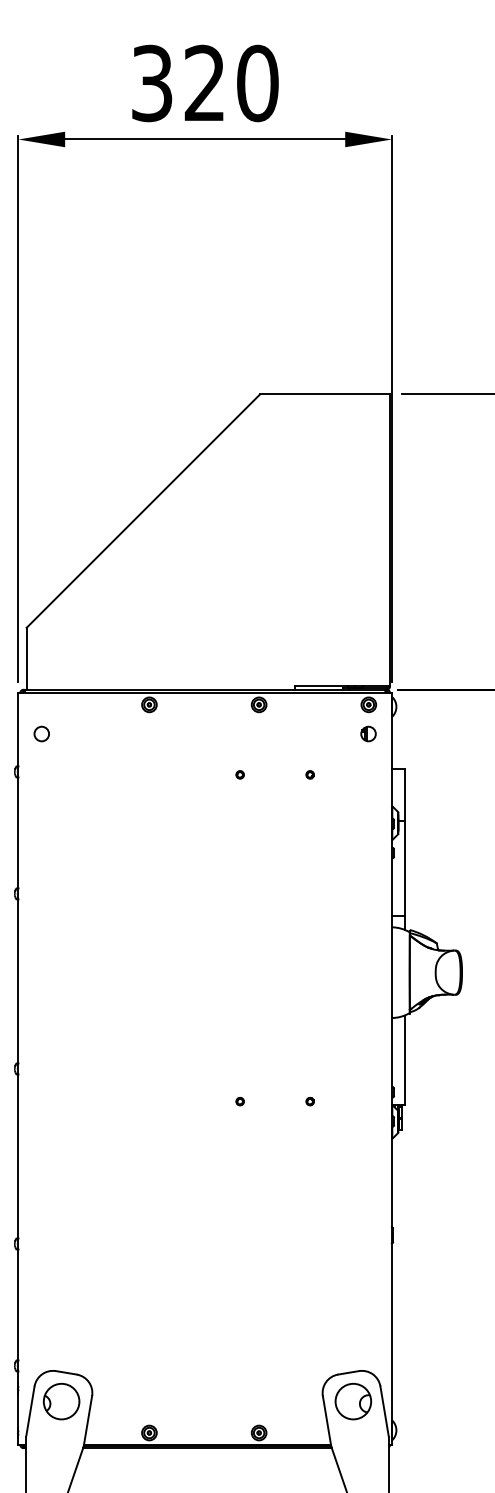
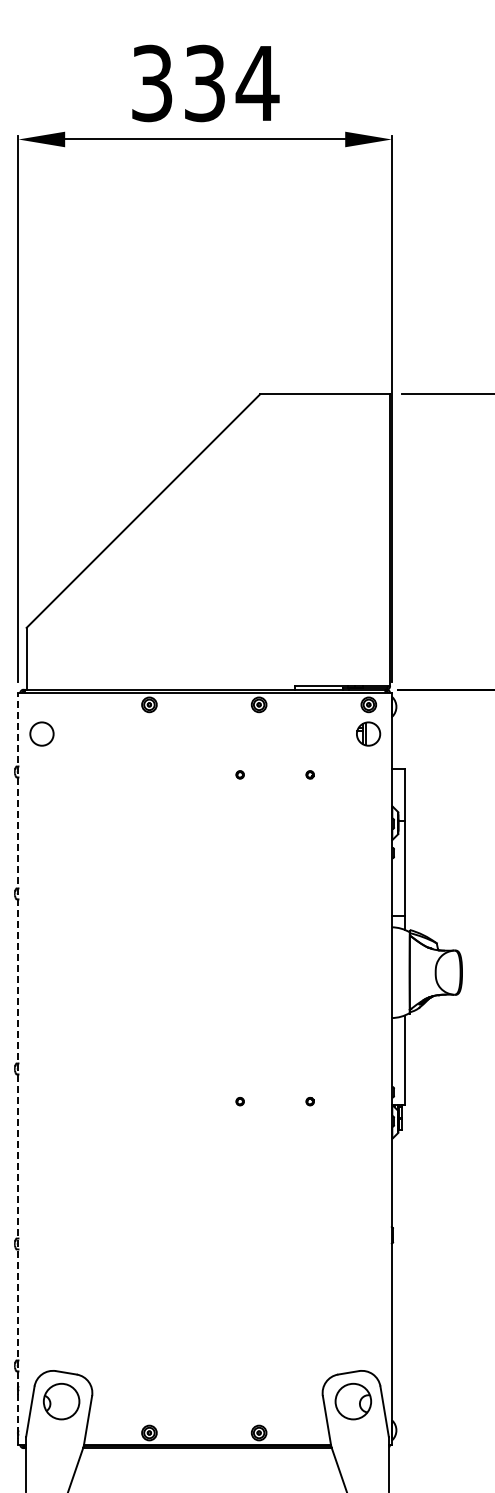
text at (231, 83): 320 -> 334
circle at (41, 733) size: 17x18 px -> 26x26 px
part at (368, 733) size: 17x18 px -> 26x26 px
line at (18, 1068): solid -> dashed
